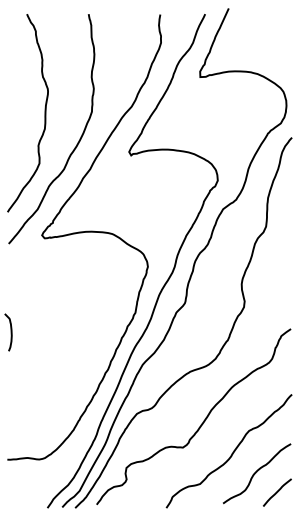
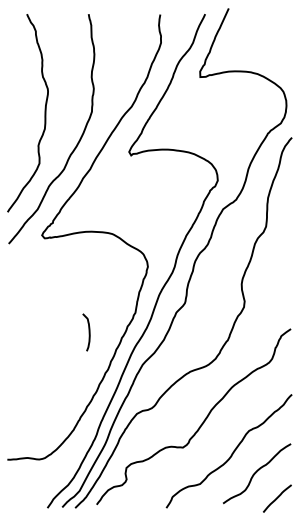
curve at (10, 332) position: (10, 332) -> (88, 332)
line at (277, 492) position: (277, 492) -> (277, 498)
